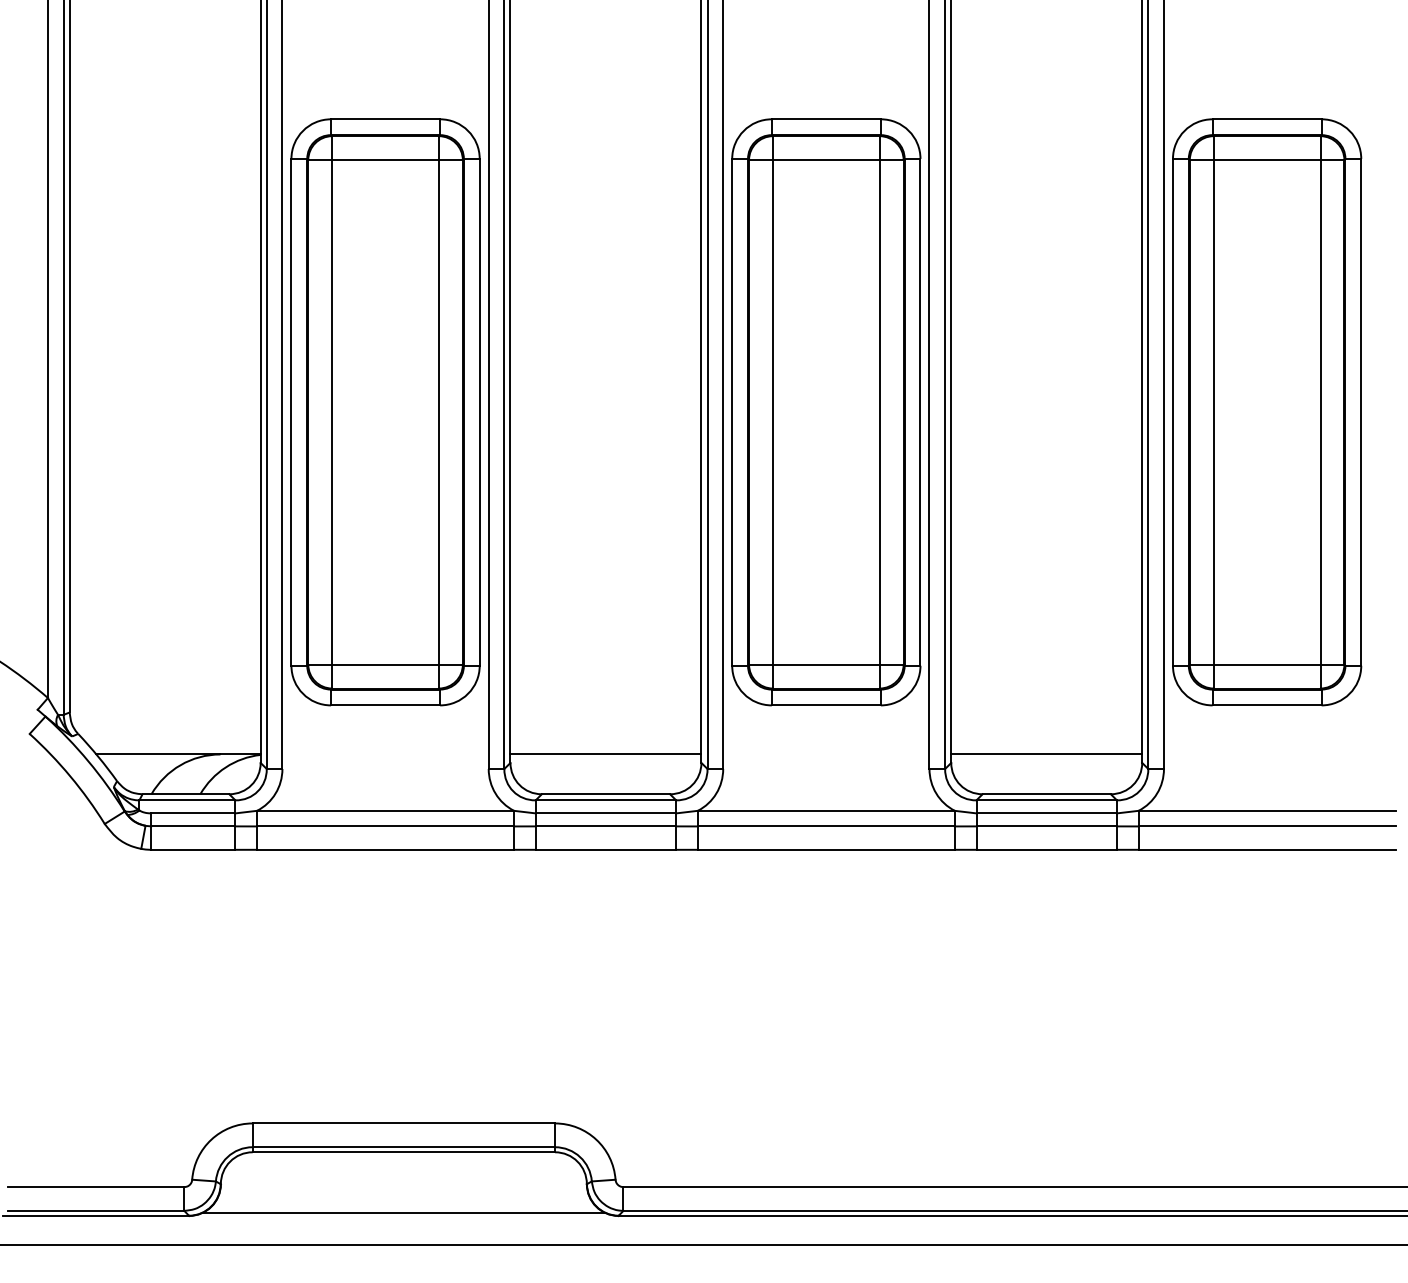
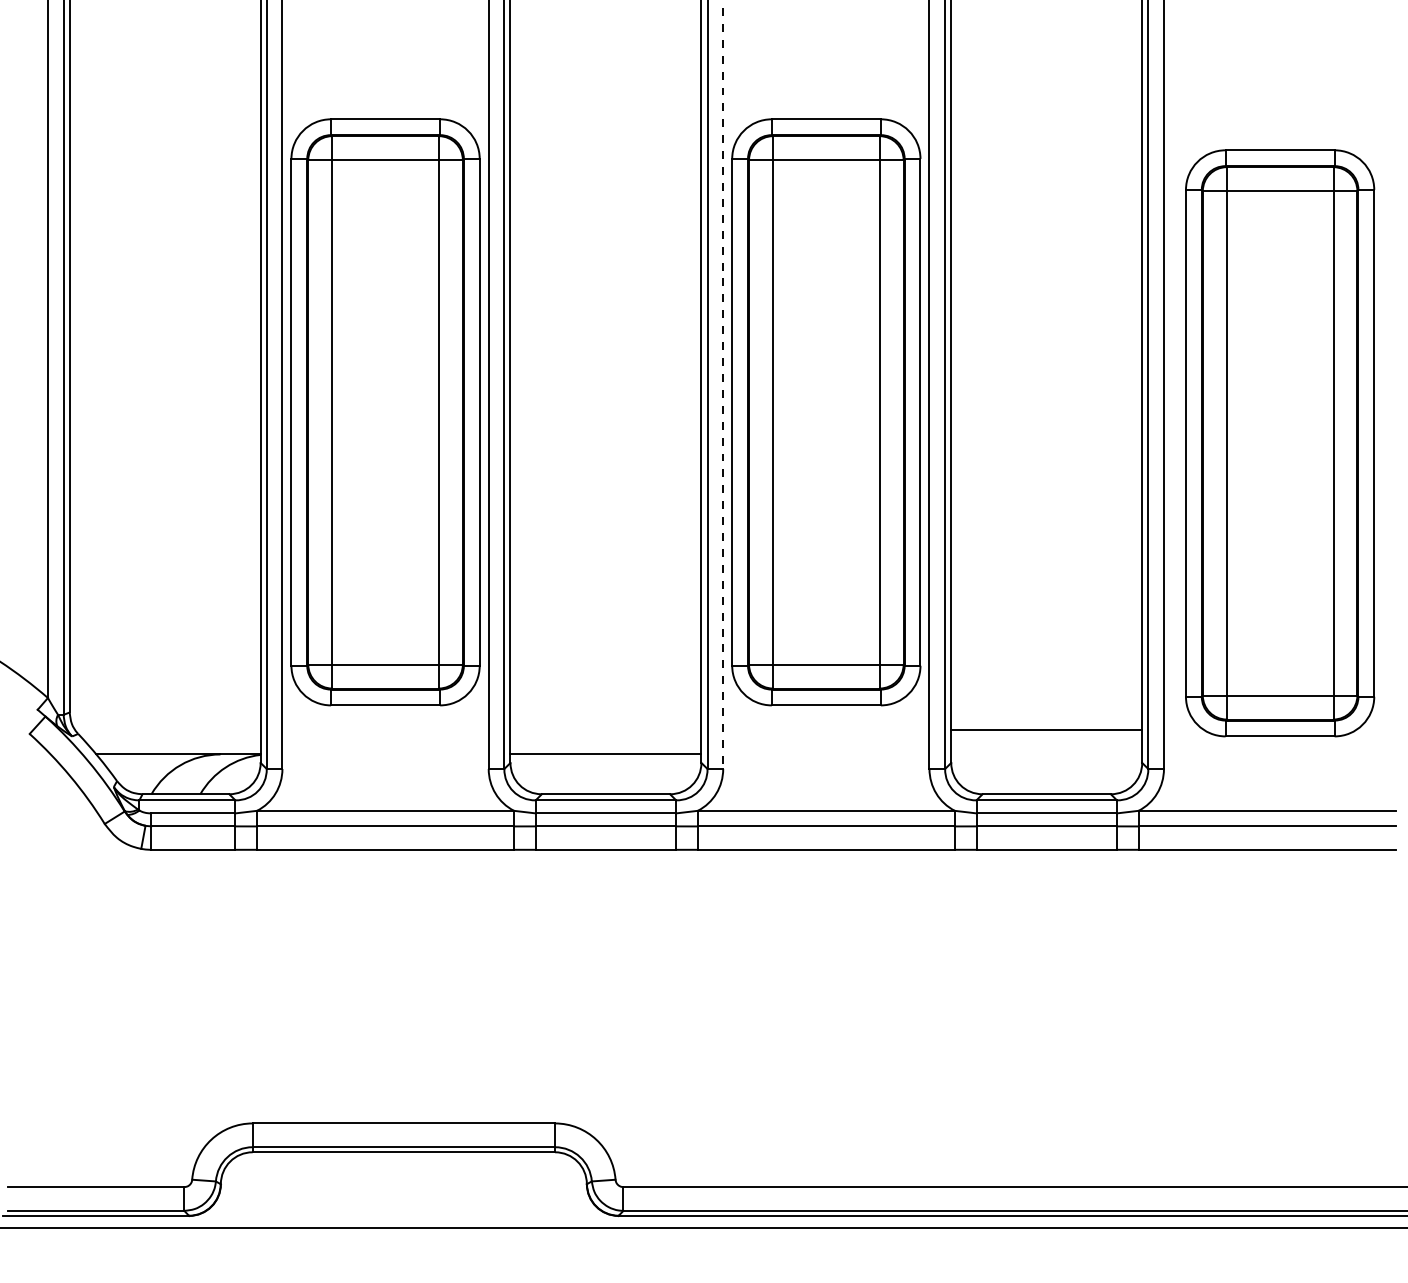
line at (723, 385): solid -> dashed
part at (1267, 412) position: (1267, 412) -> (1280, 443)
line at (1046, 754) position: (1046, 754) -> (1046, 730)
line at (403, 1212): present -> none
line at (703, 1244) position: (703, 1244) -> (703, 1227)
